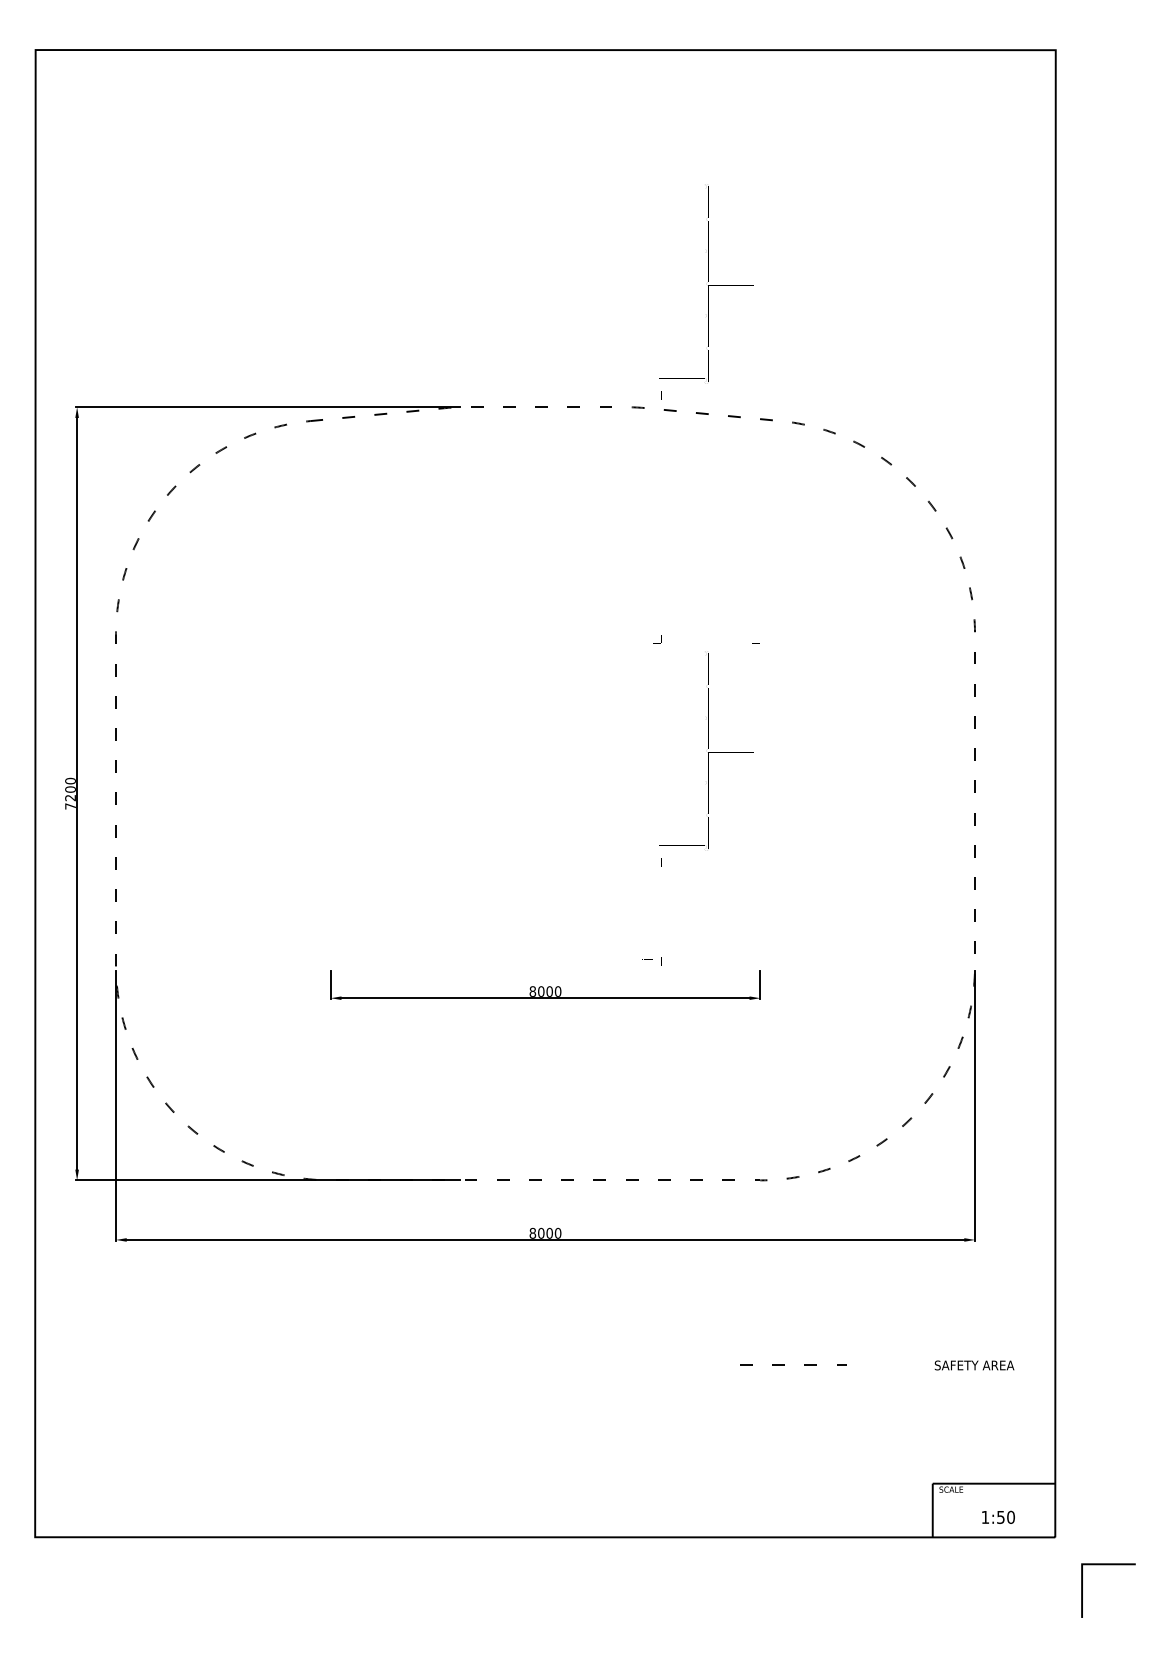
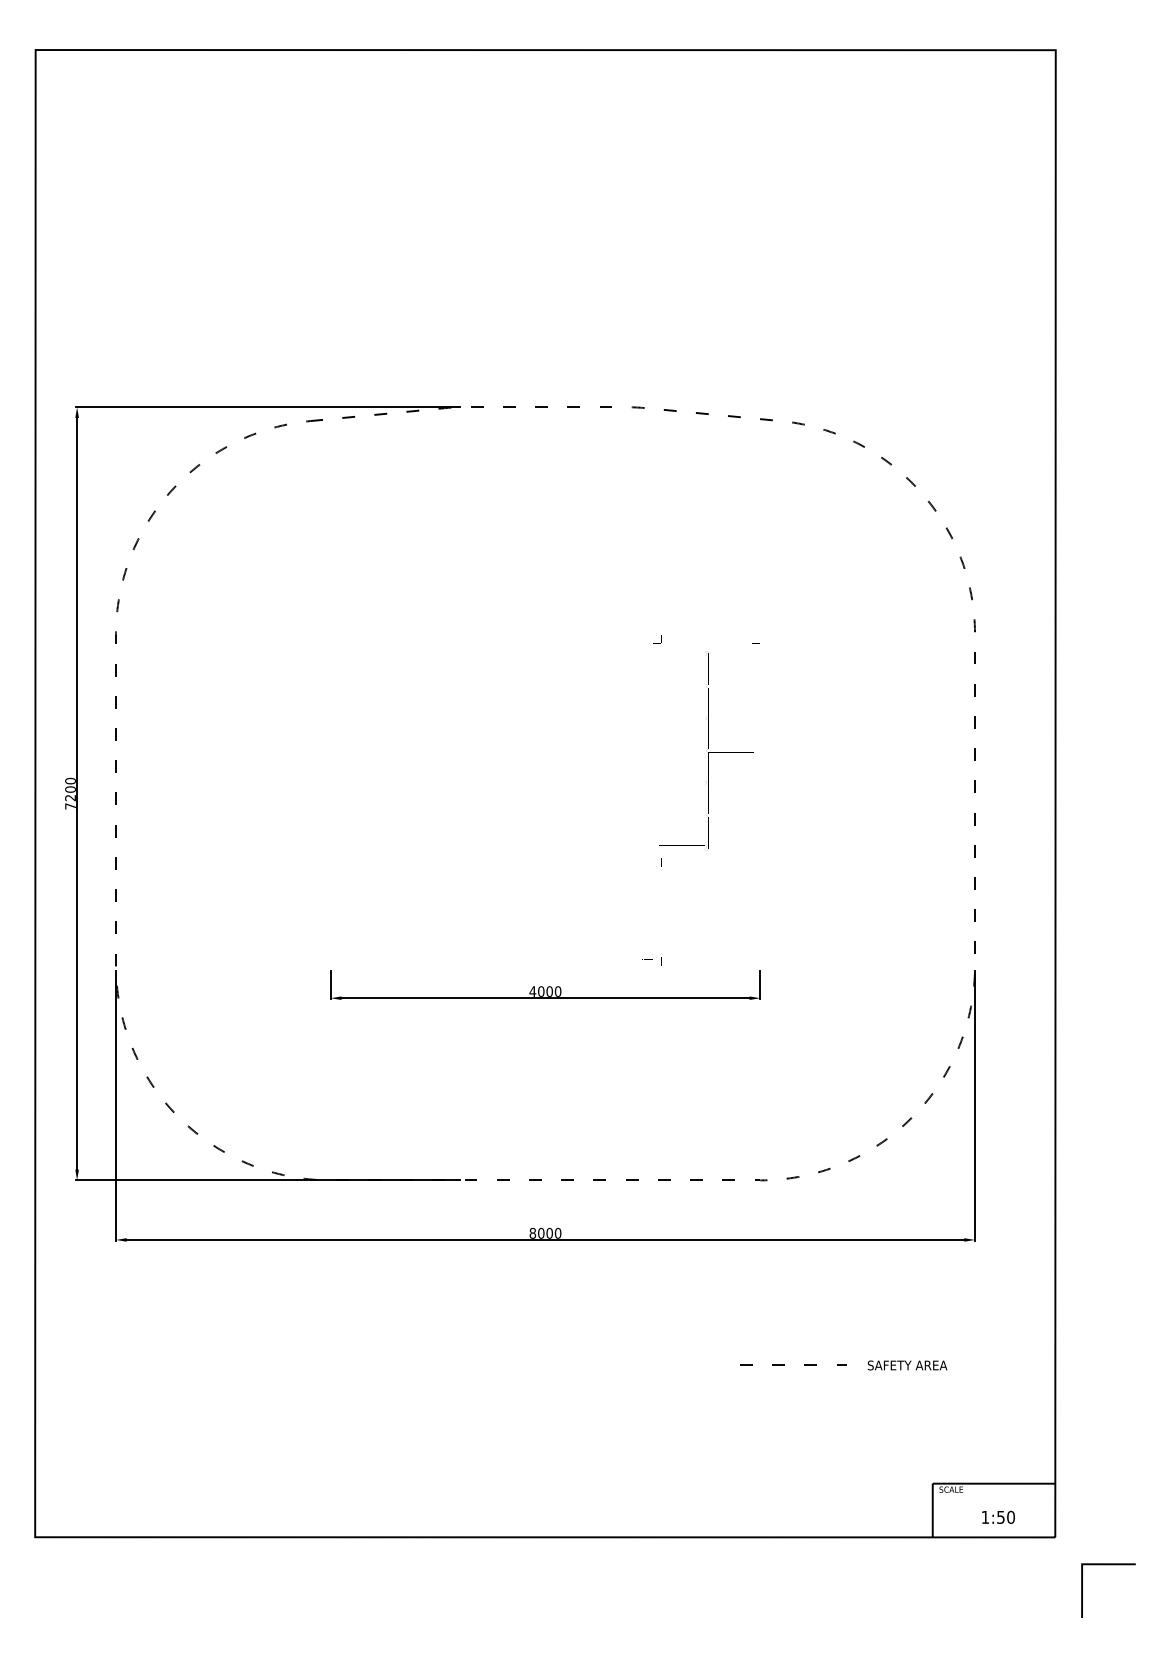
part at (706, 291): present -> none
text at (532, 991): 8000 -> 4000
text at (974, 1365) position: (974, 1365) -> (907, 1365)
